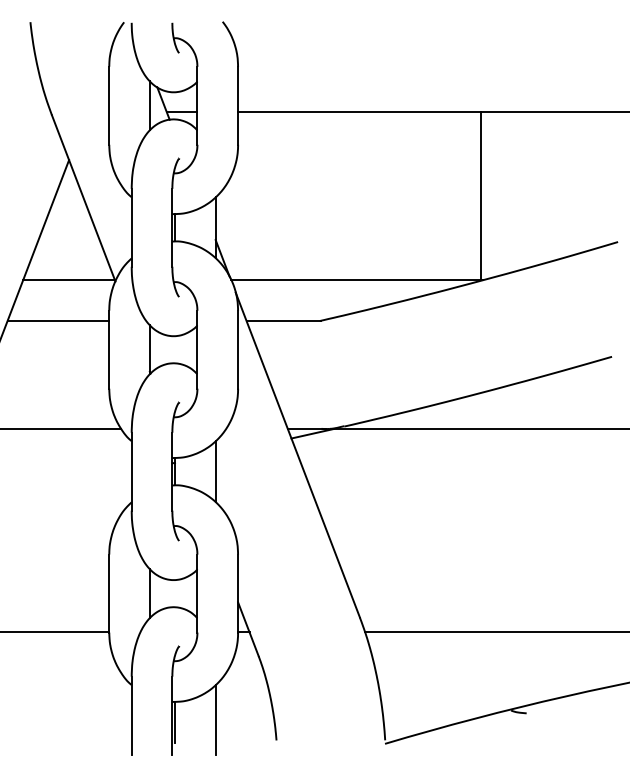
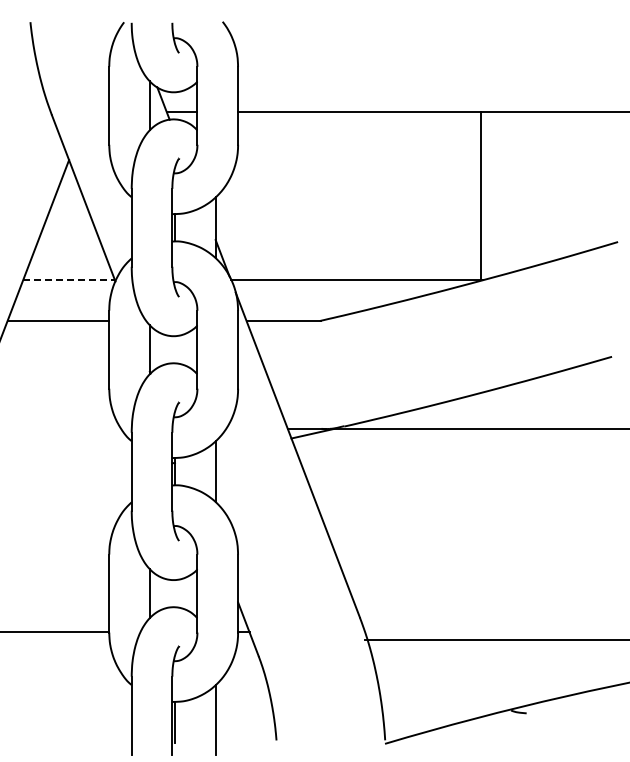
line at (69, 279): solid -> dashed
line at (61, 429): present -> none
line at (495, 632) position: (495, 632) -> (495, 640)
